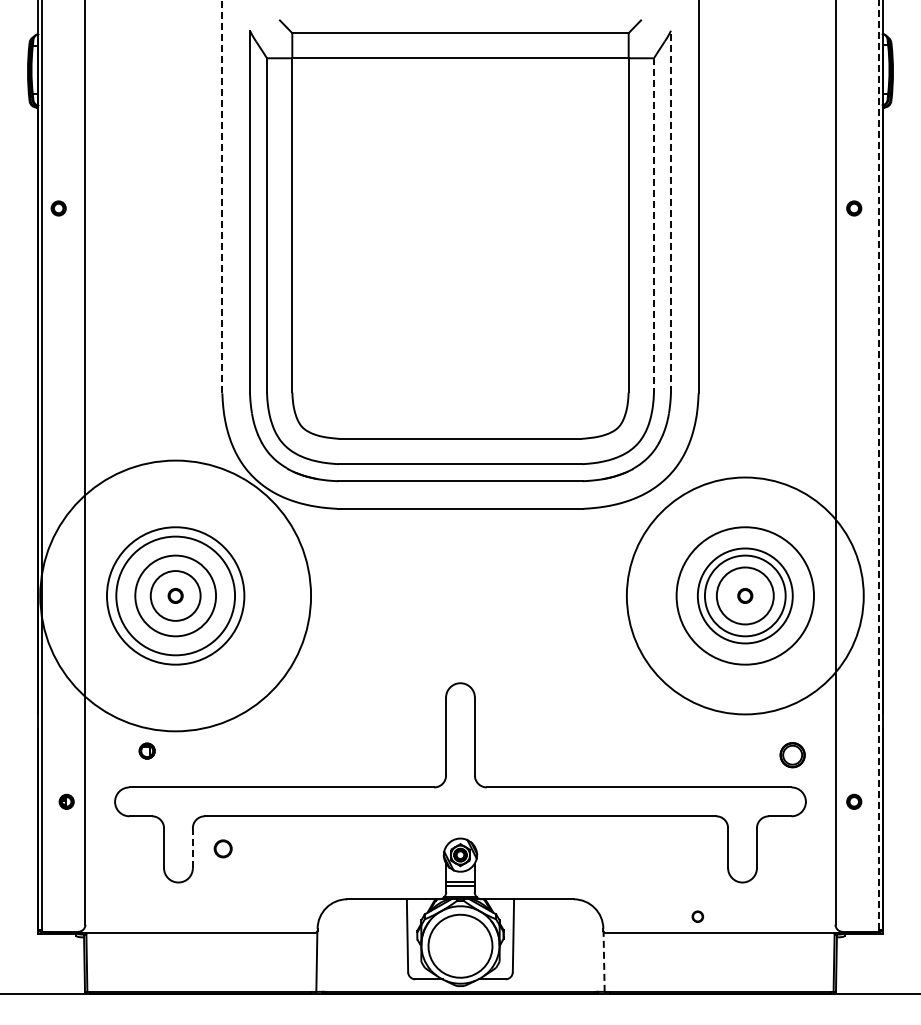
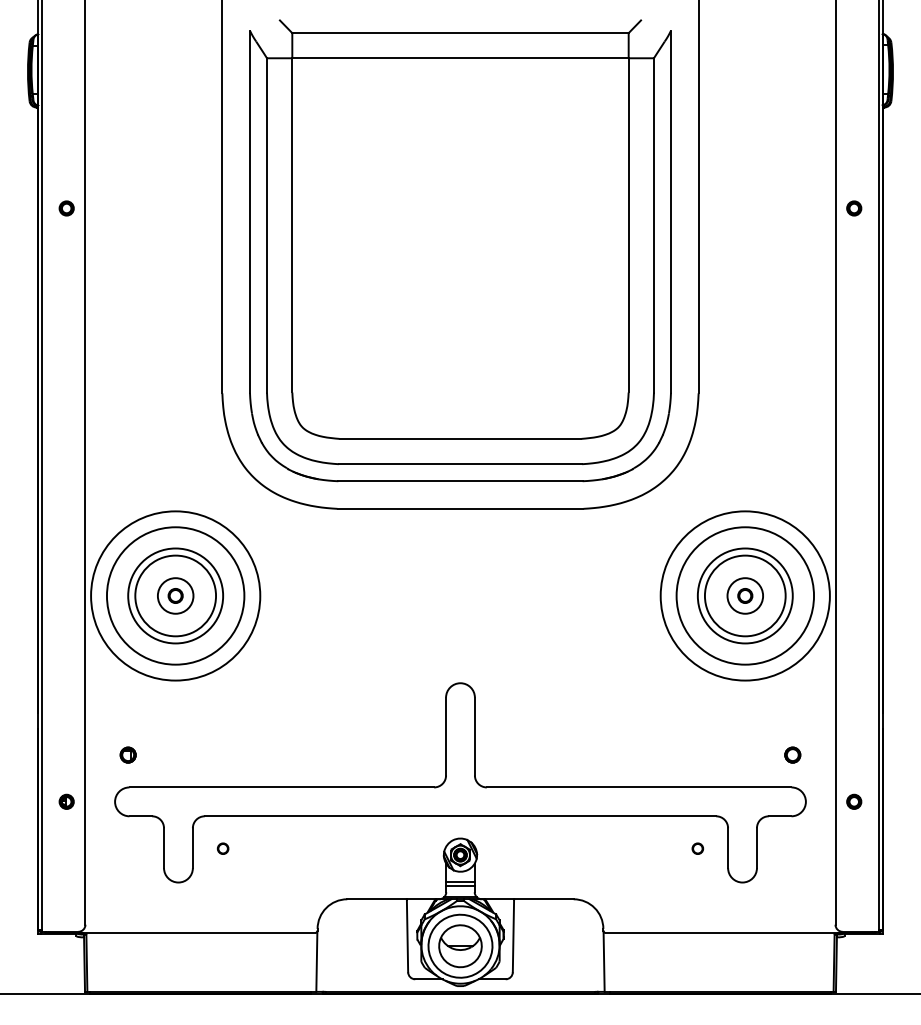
line at (222, 196): dashed -> solid
part at (58, 208) position: (58, 208) -> (66, 208)
line at (671, 211): dashed -> solid
line at (653, 225): dashed -> solid
line at (878, 466): dashed -> solid
circle at (175, 595) diameter: 119 px -> 95 px
circle at (175, 595) diameter: 271 px -> 169 px
circle at (175, 595) diameter: 50 px -> 36 px
circle at (744, 595) diameter: 237 px -> 169 px
circle at (744, 595) diameter: 57 px -> 36 px
part at (146, 750) position: (146, 750) -> (127, 754)
circle at (792, 755) size: 27x27 px -> 18x18 px
line at (192, 848): dashed -> solid
part at (222, 848) size: 20x20 px -> 14x13 px
part at (697, 916) position: (697, 916) -> (697, 848)
part at (460, 946): none -> present
line at (604, 961): dashed -> solid
